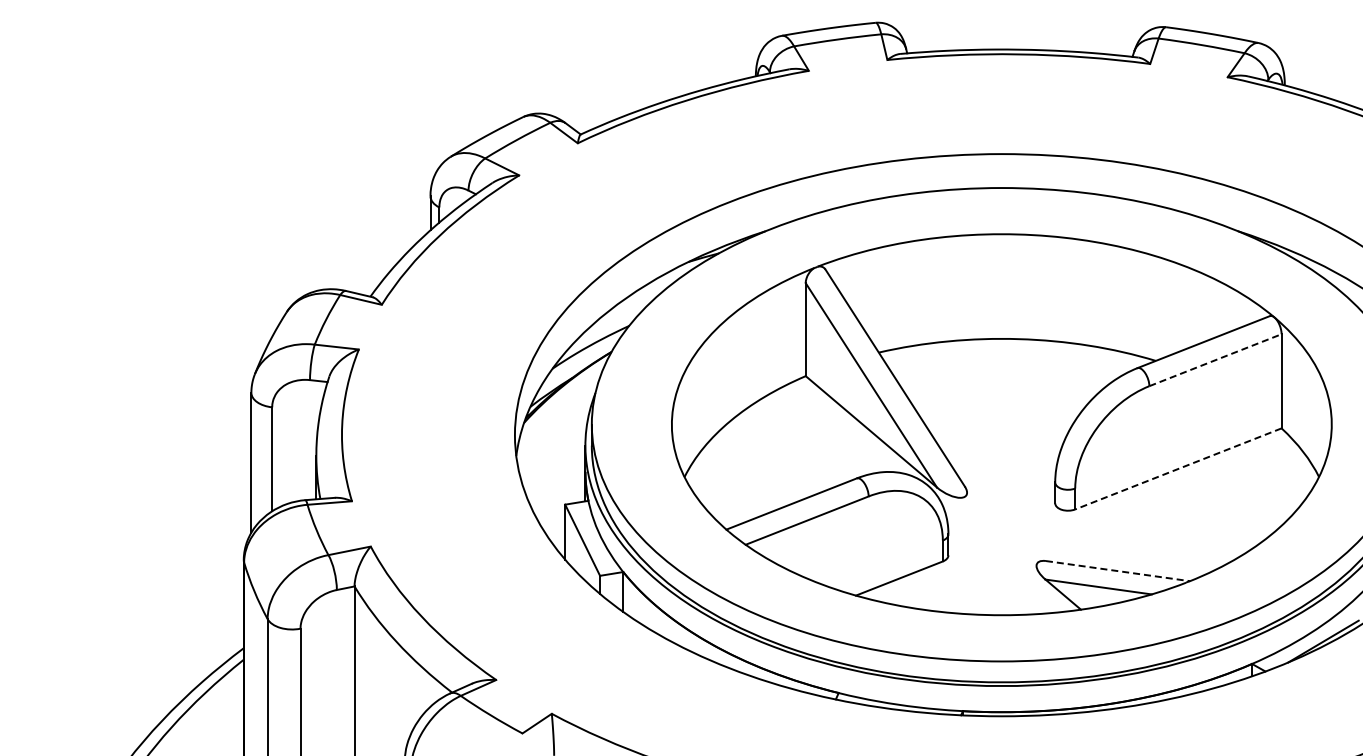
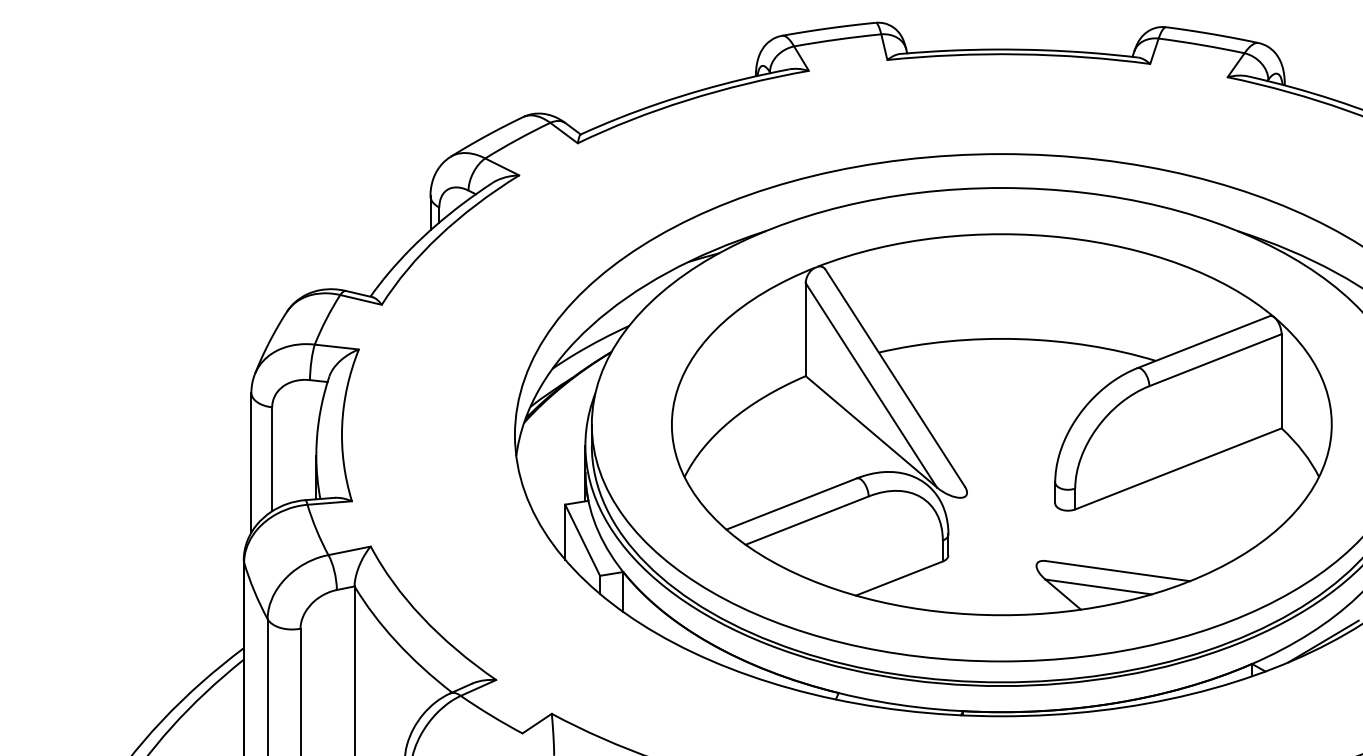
line at (1215, 360): dashed -> solid
line at (1178, 468): dashed -> solid
line at (1117, 571): dashed -> solid
